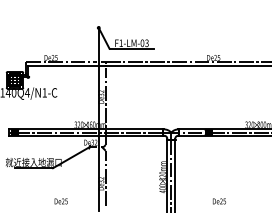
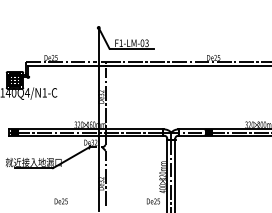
text at (219, 201) position: (219, 201) -> (153, 201)
